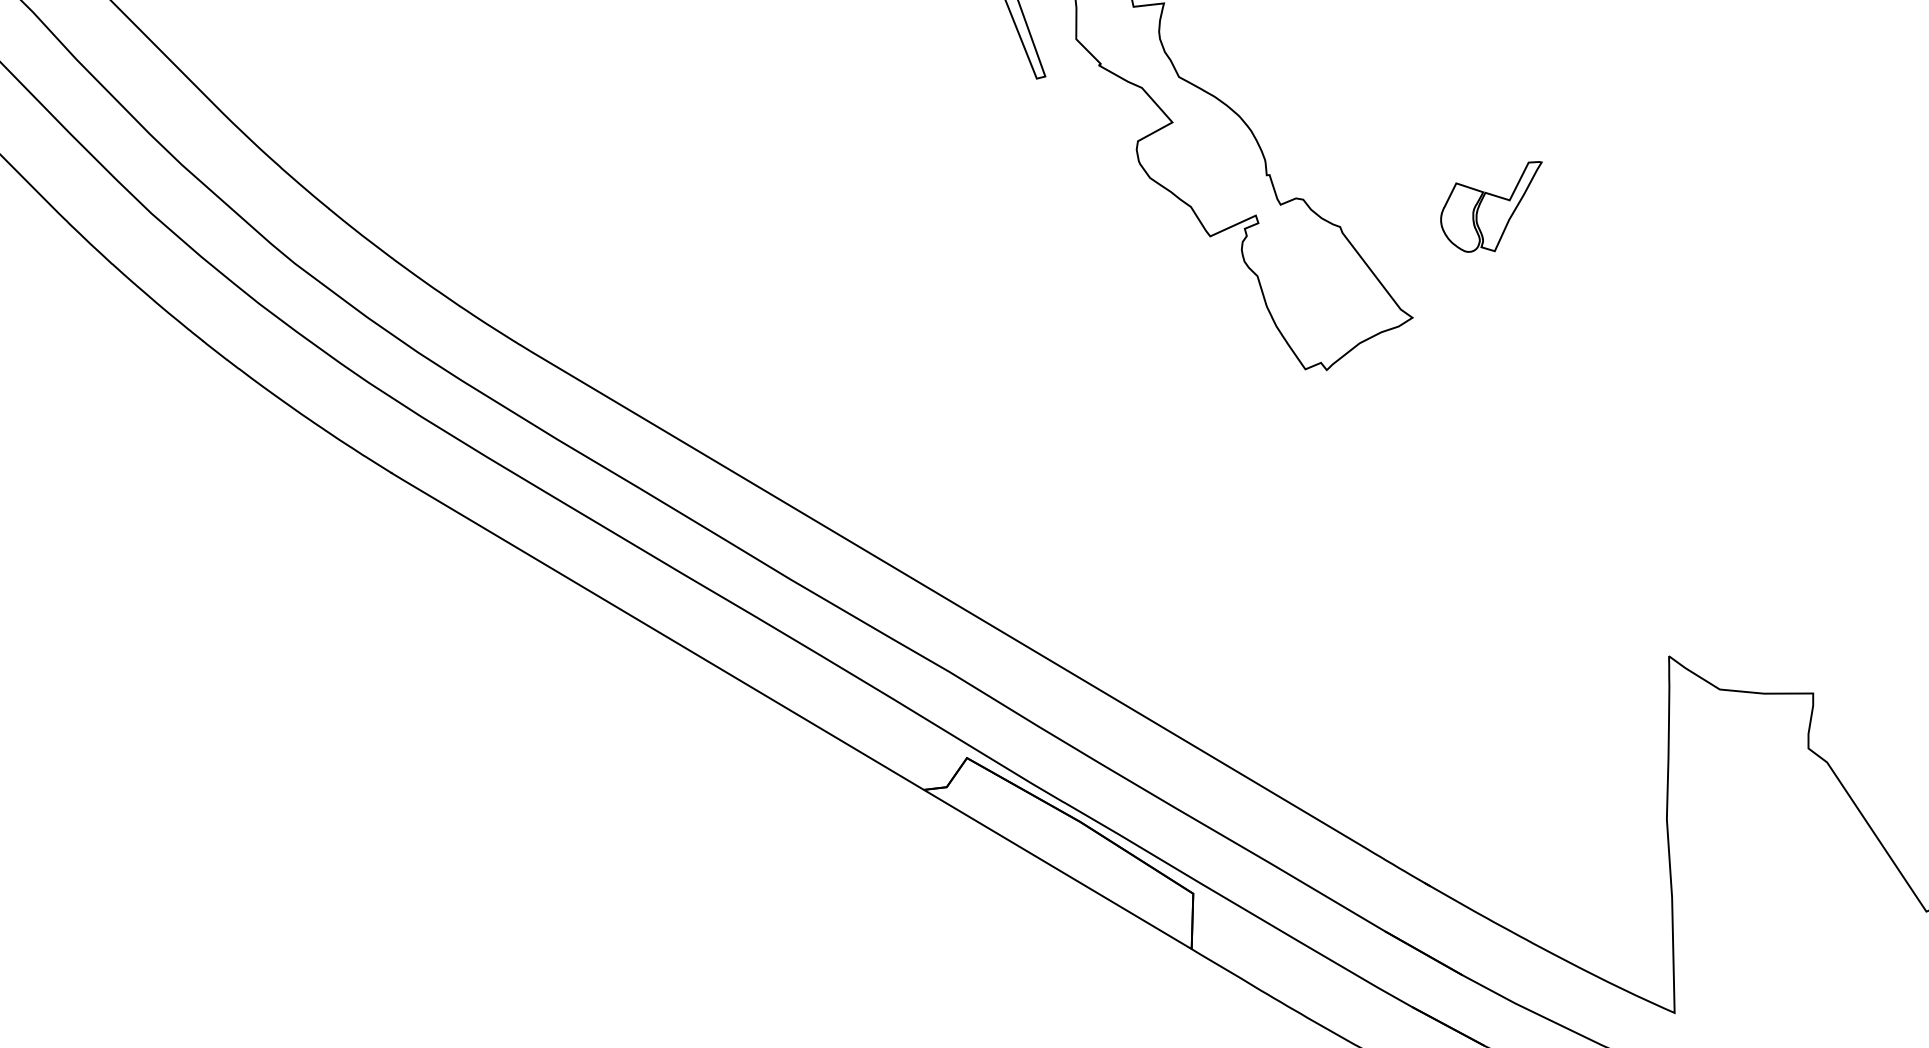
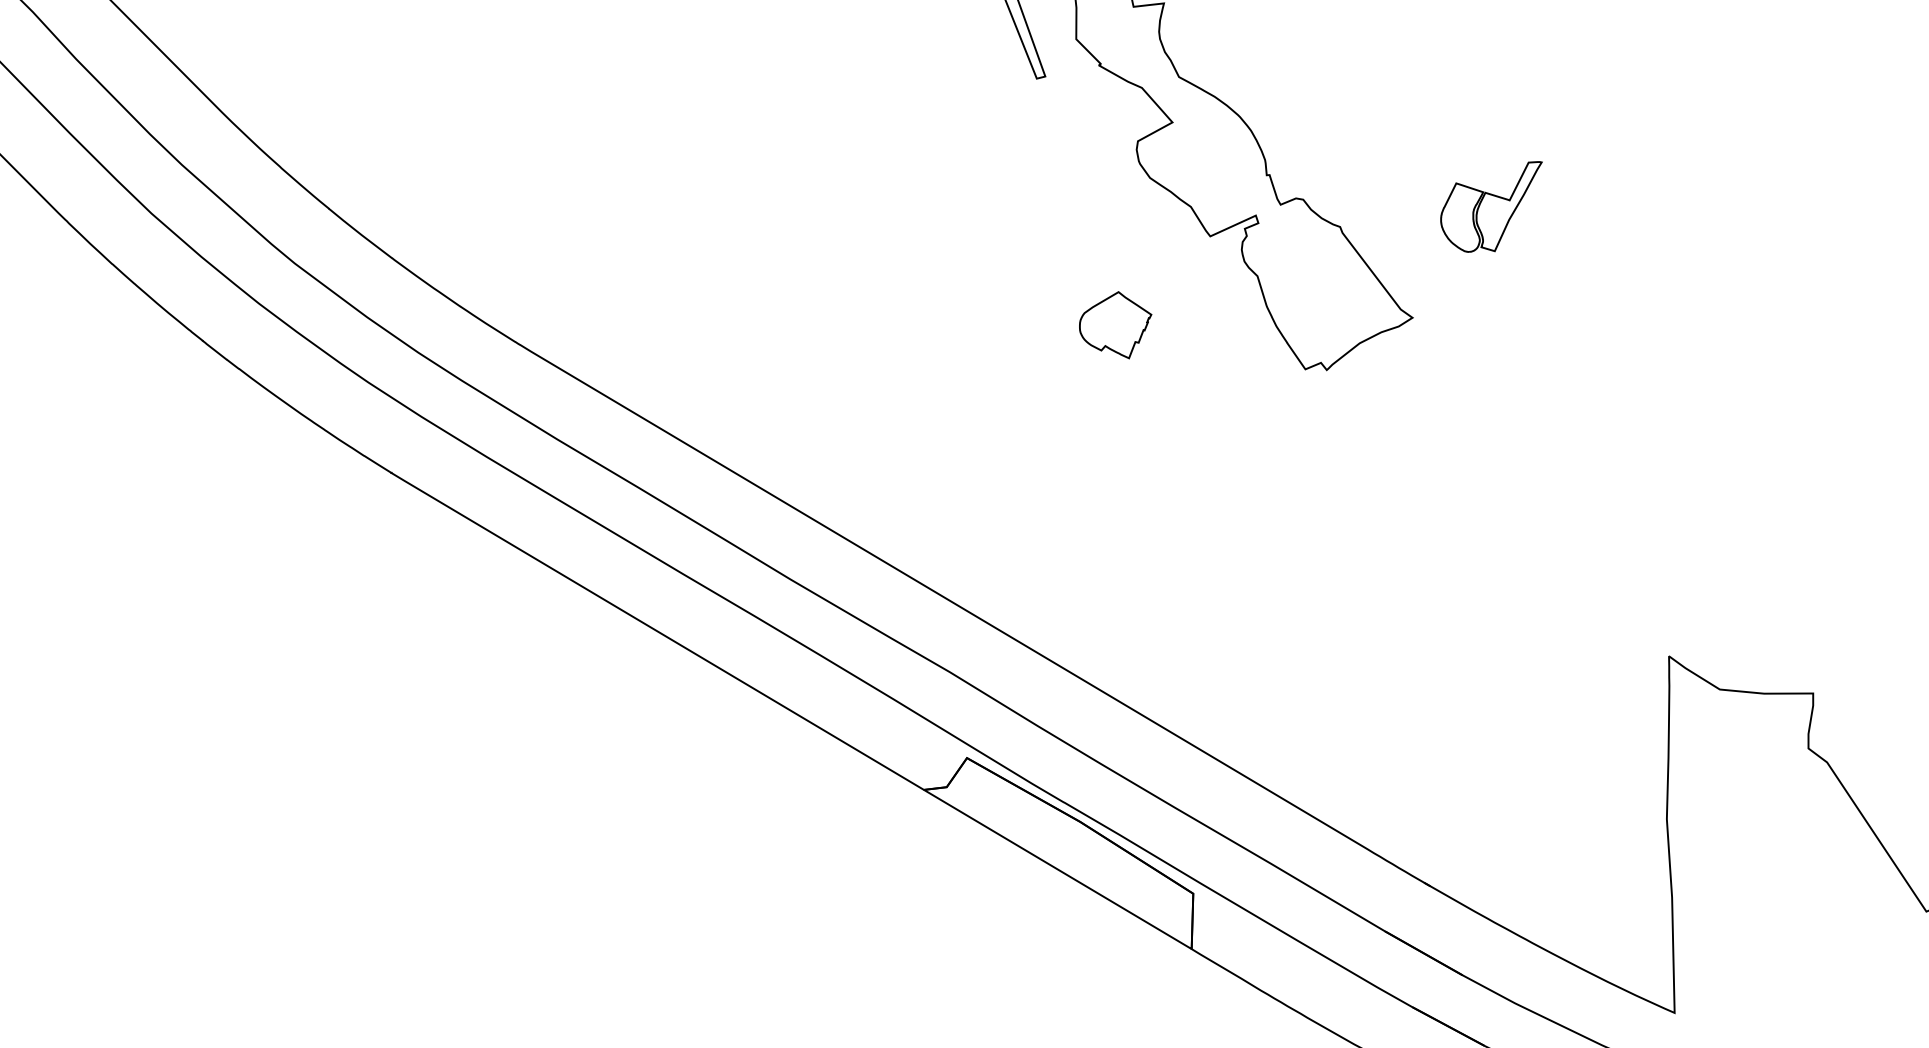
part at (1115, 325): none -> present
